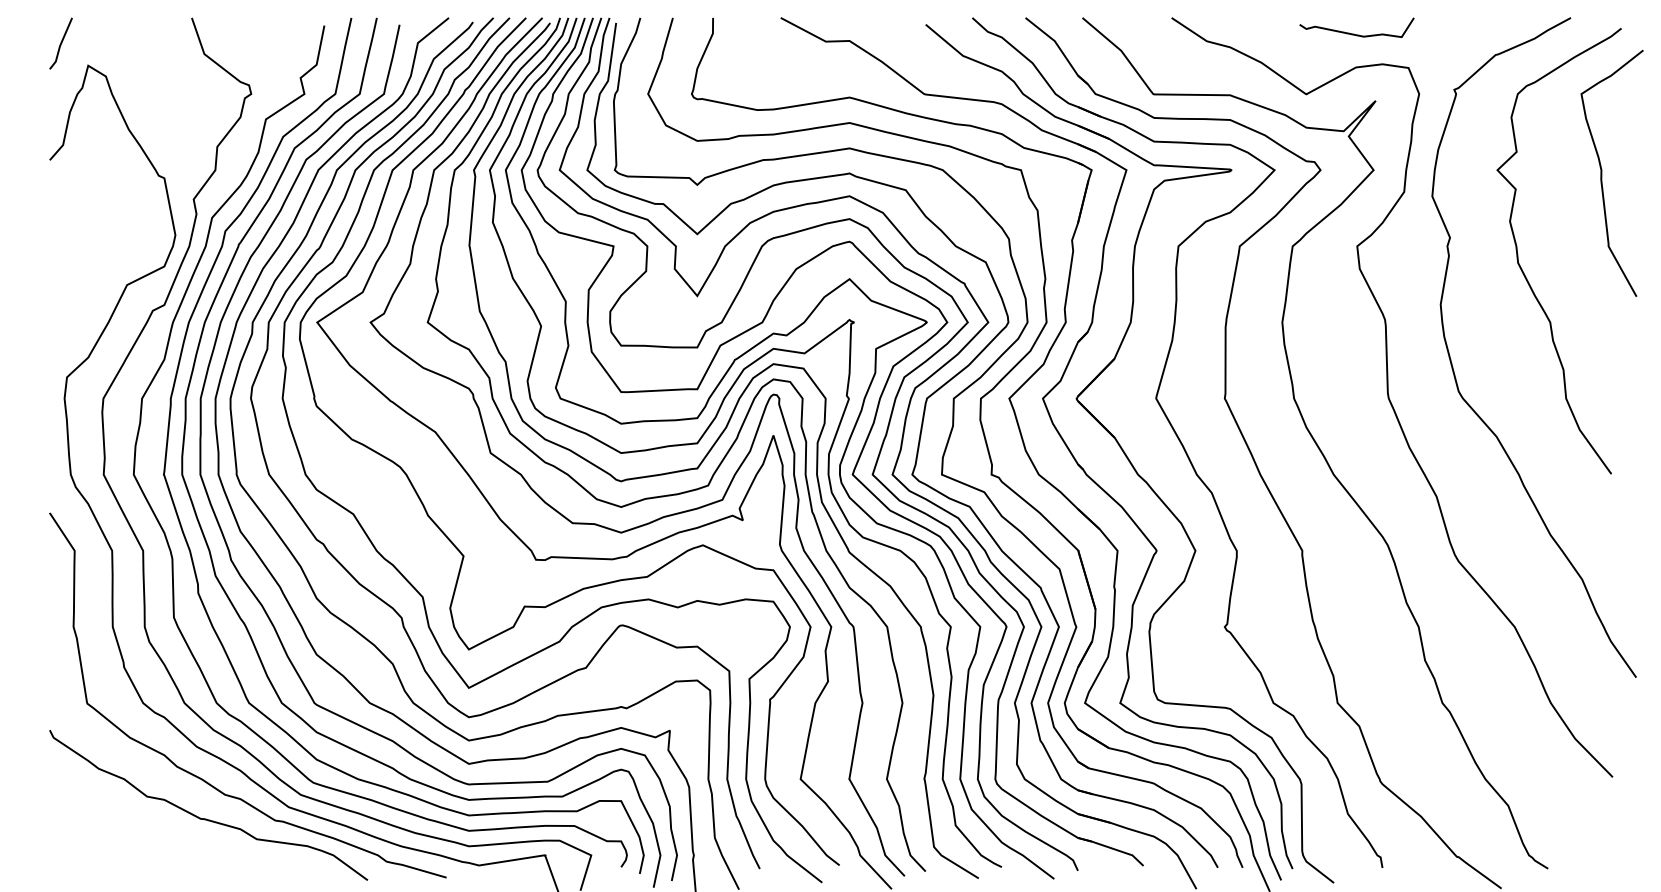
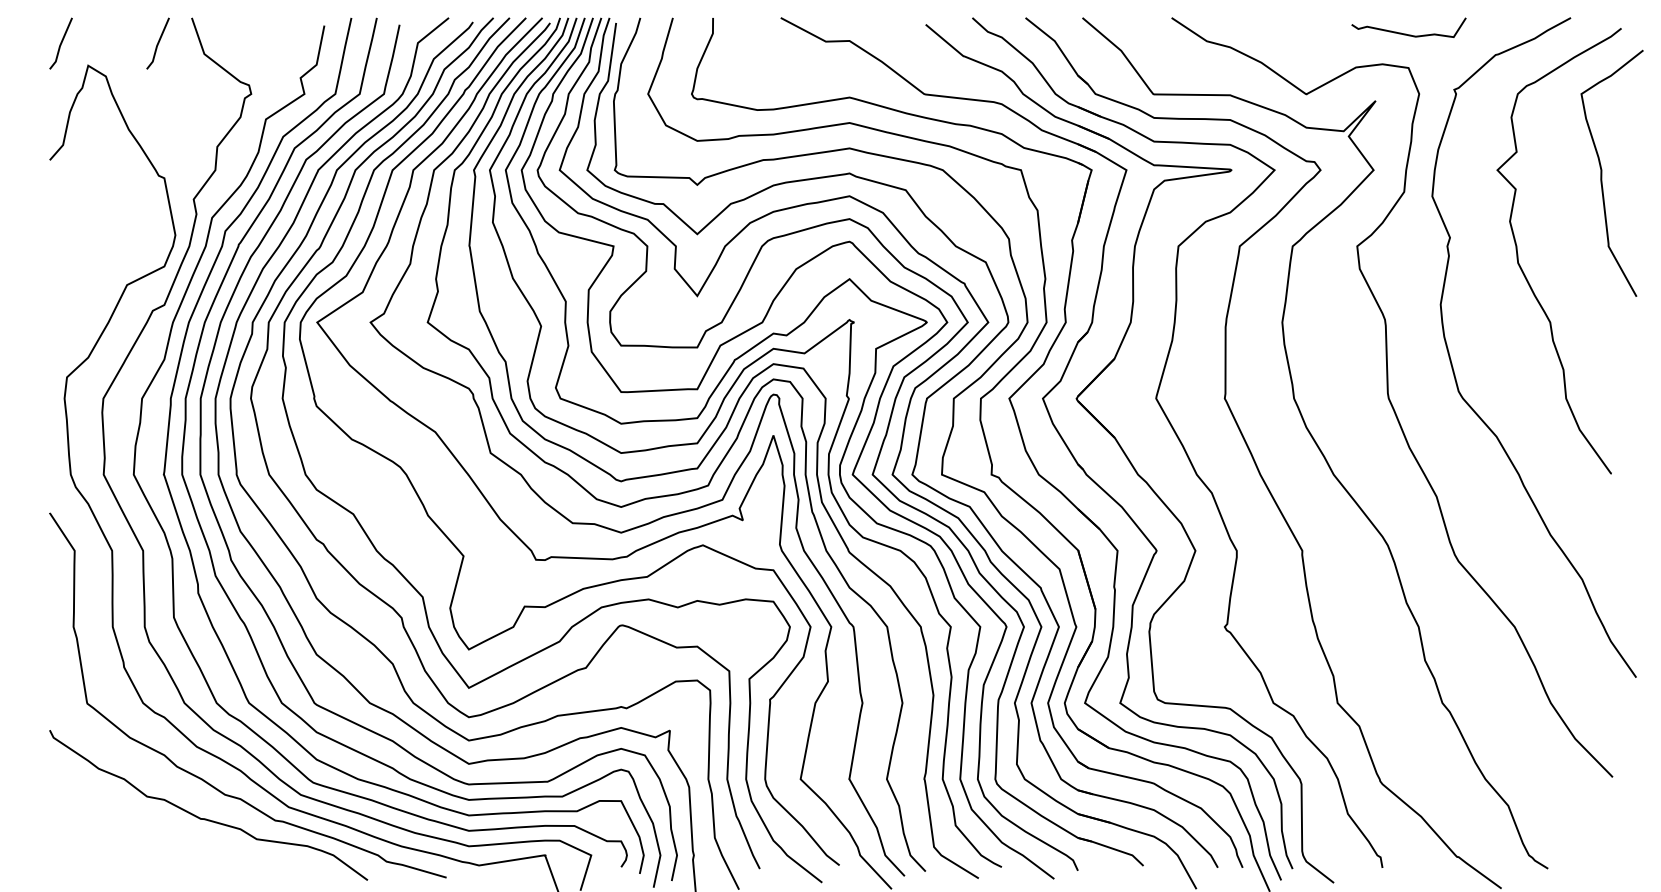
curve at (1354, 33) position: (1354, 33) -> (1406, 33)
line at (157, 43): none -> present
